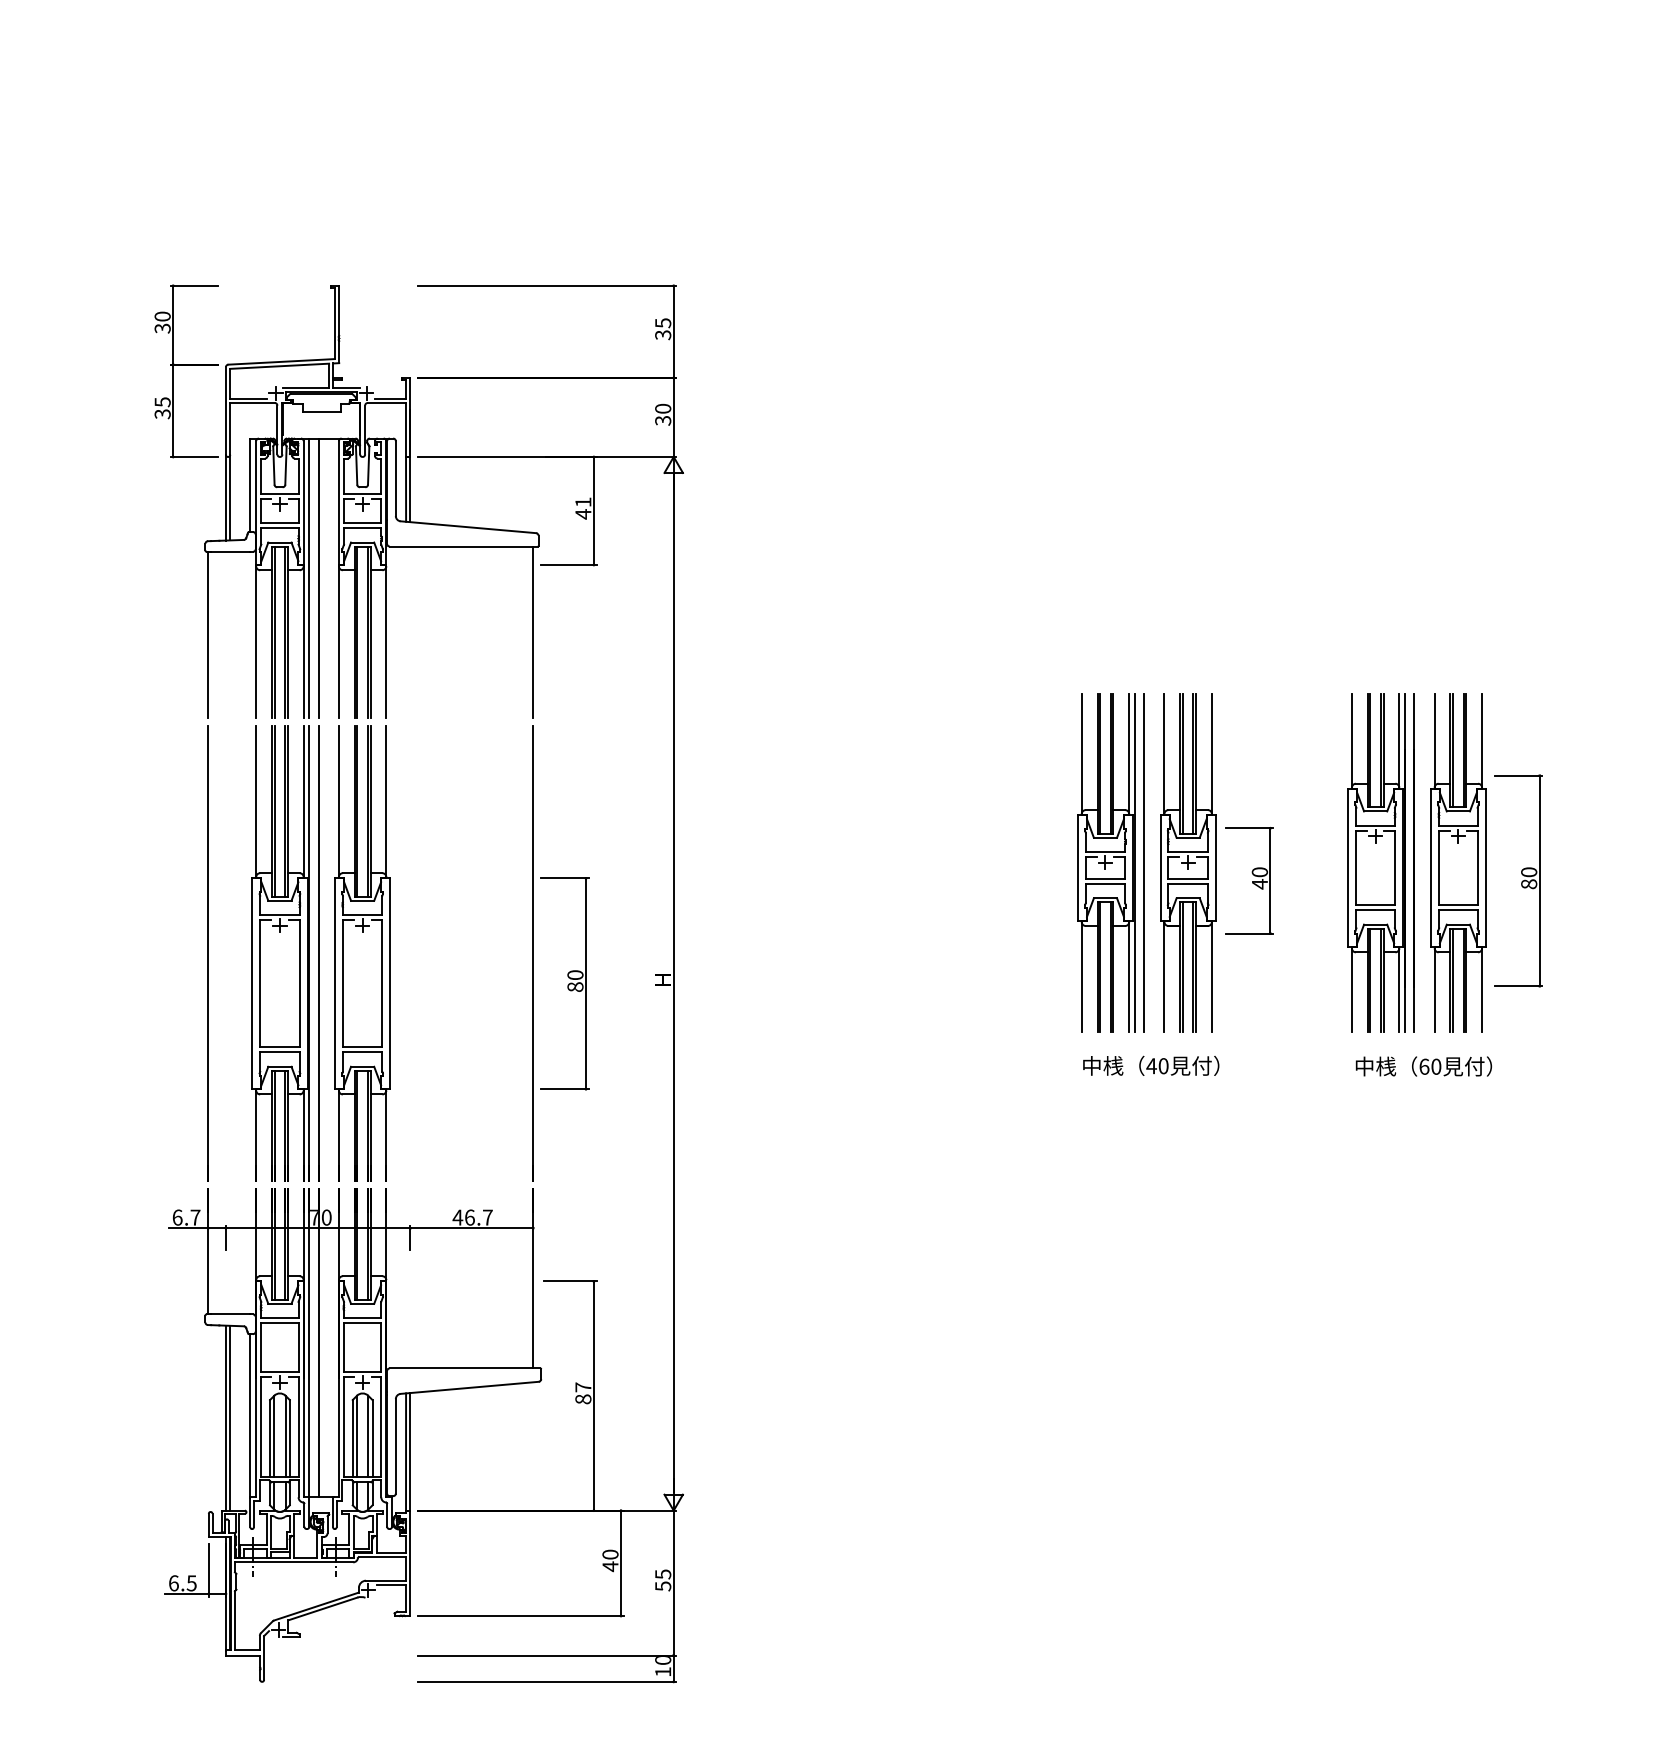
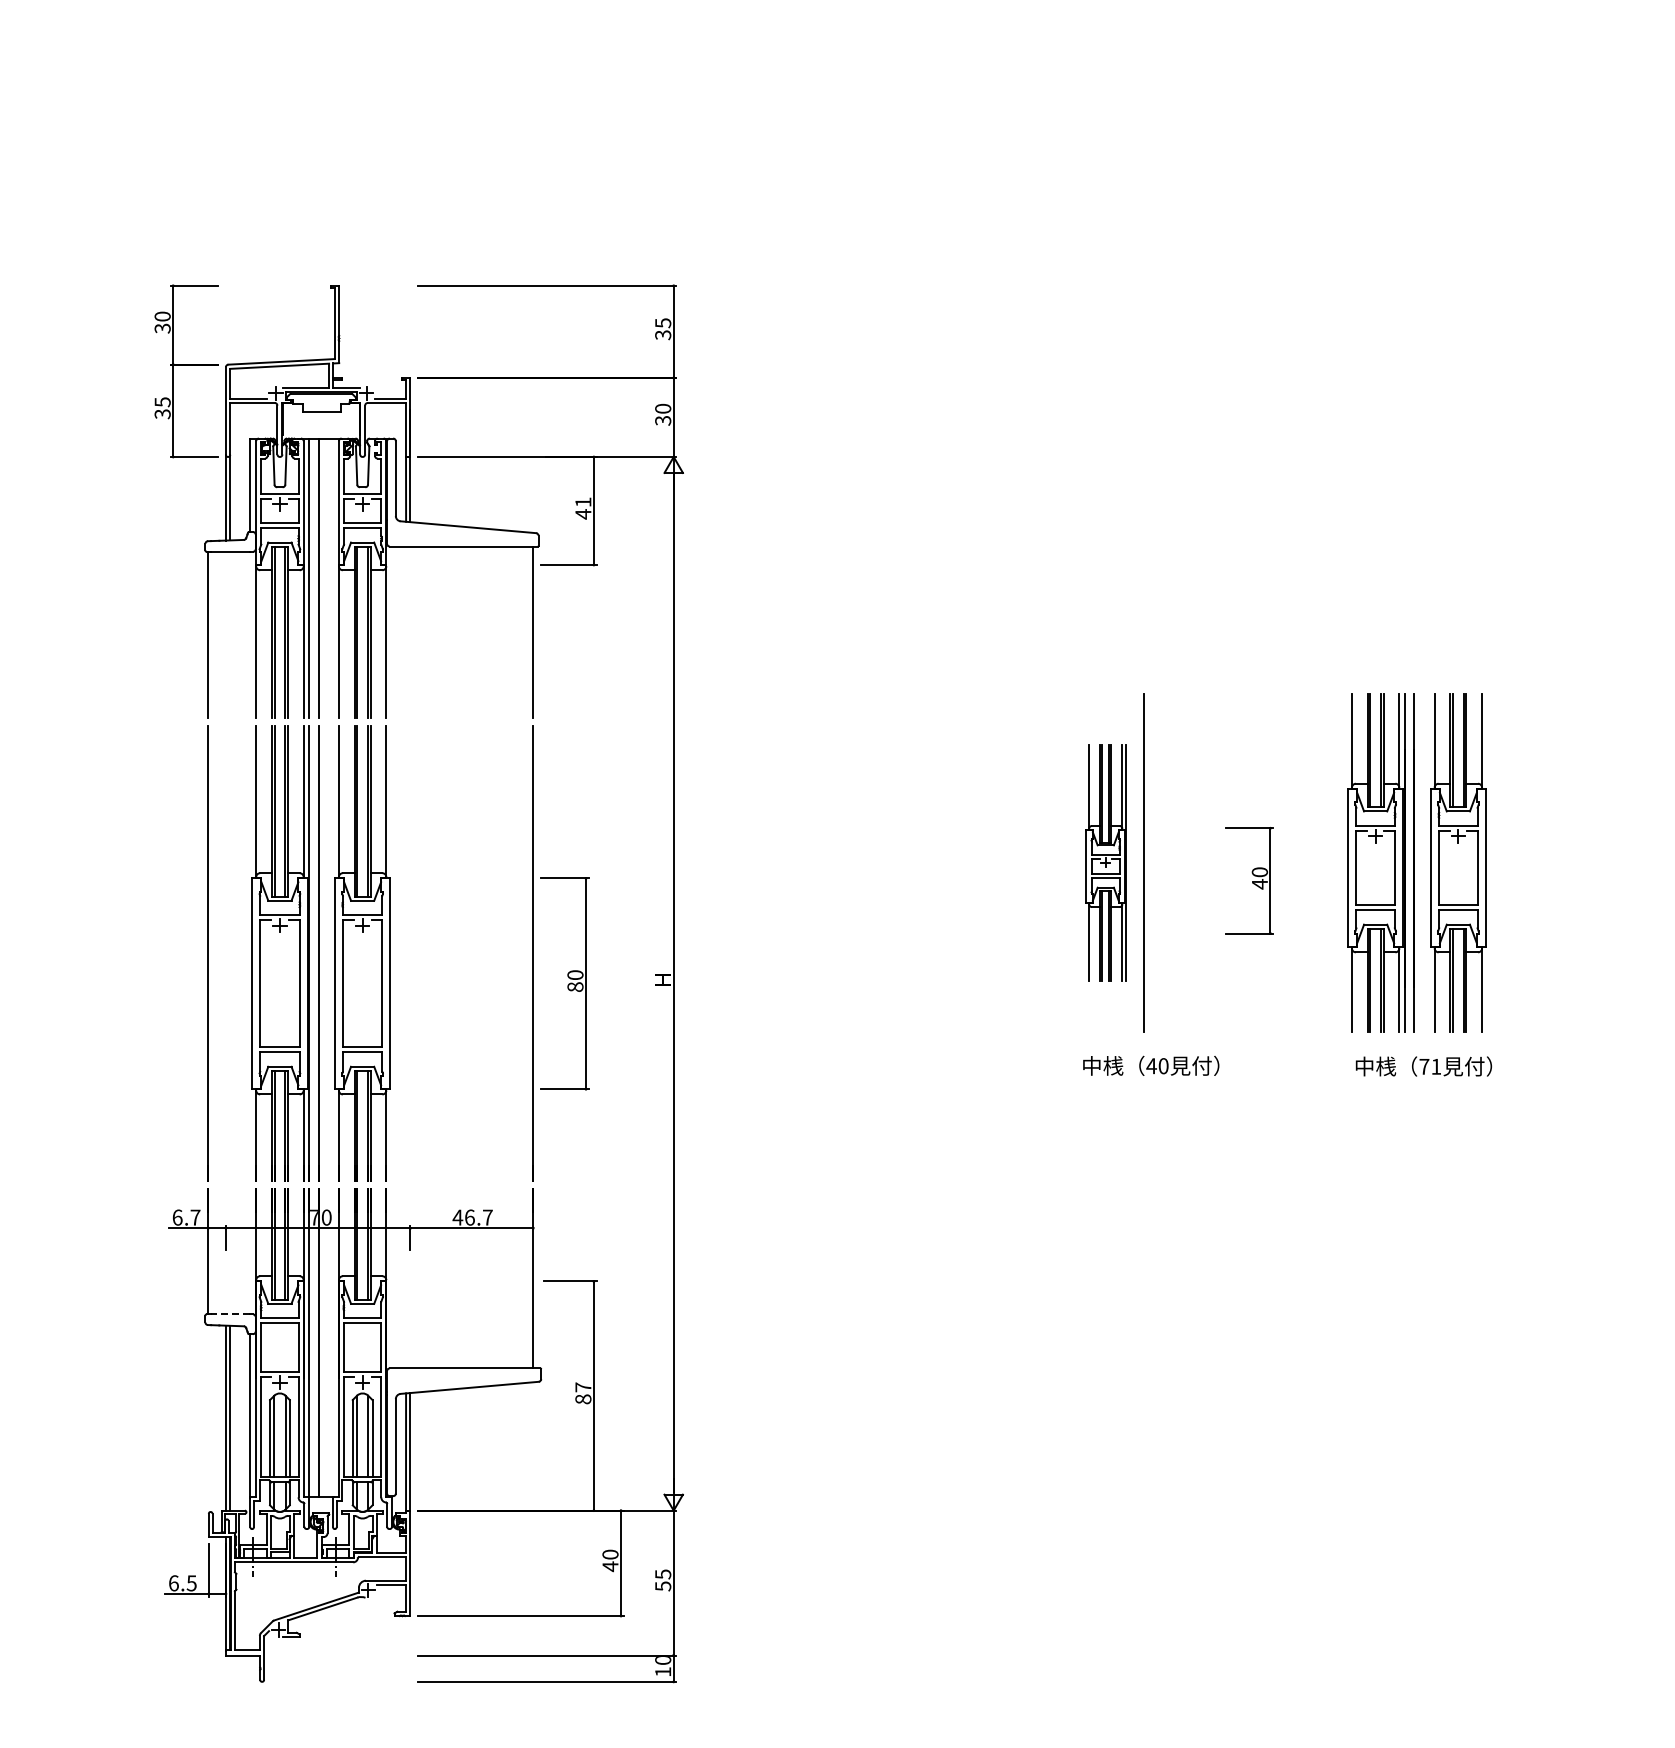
part at (1106, 862) size: 59x340 px -> 42x238 px
part at (1188, 862): present -> none
part at (1518, 880): present -> none
text at (1430, 1066): 60 -> 71
line at (230, 1314): solid -> dashed
